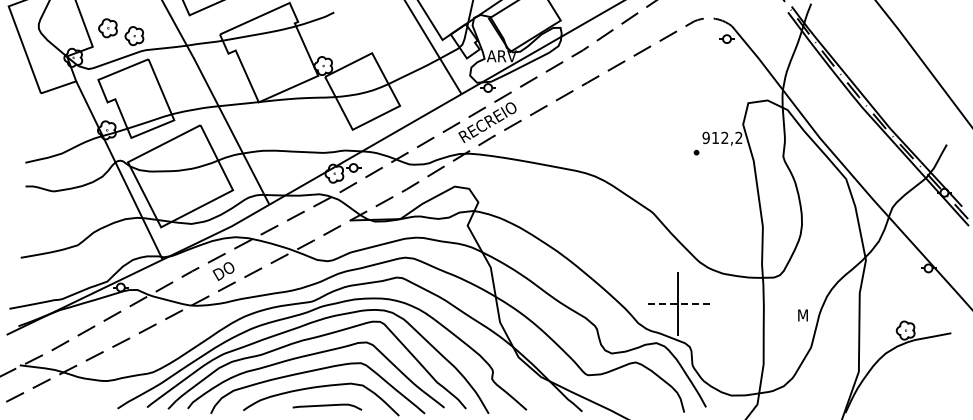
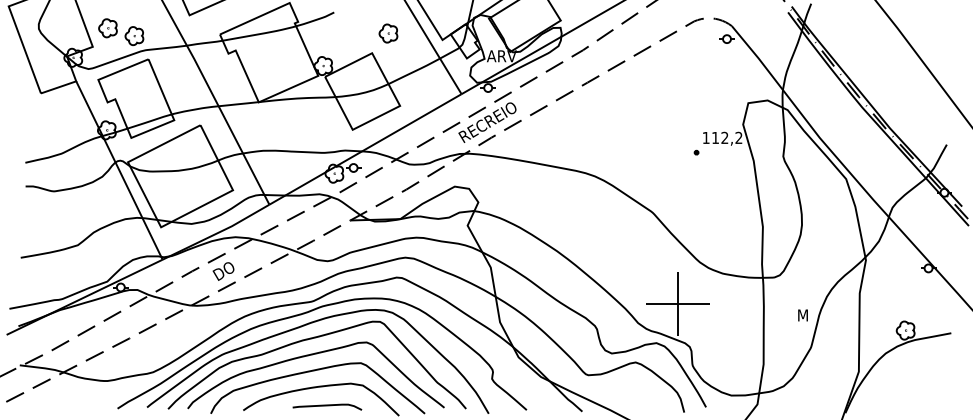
part at (388, 33): none -> present
text at (705, 137): 912,2 -> 112,2
line at (678, 304): dashed -> solid
